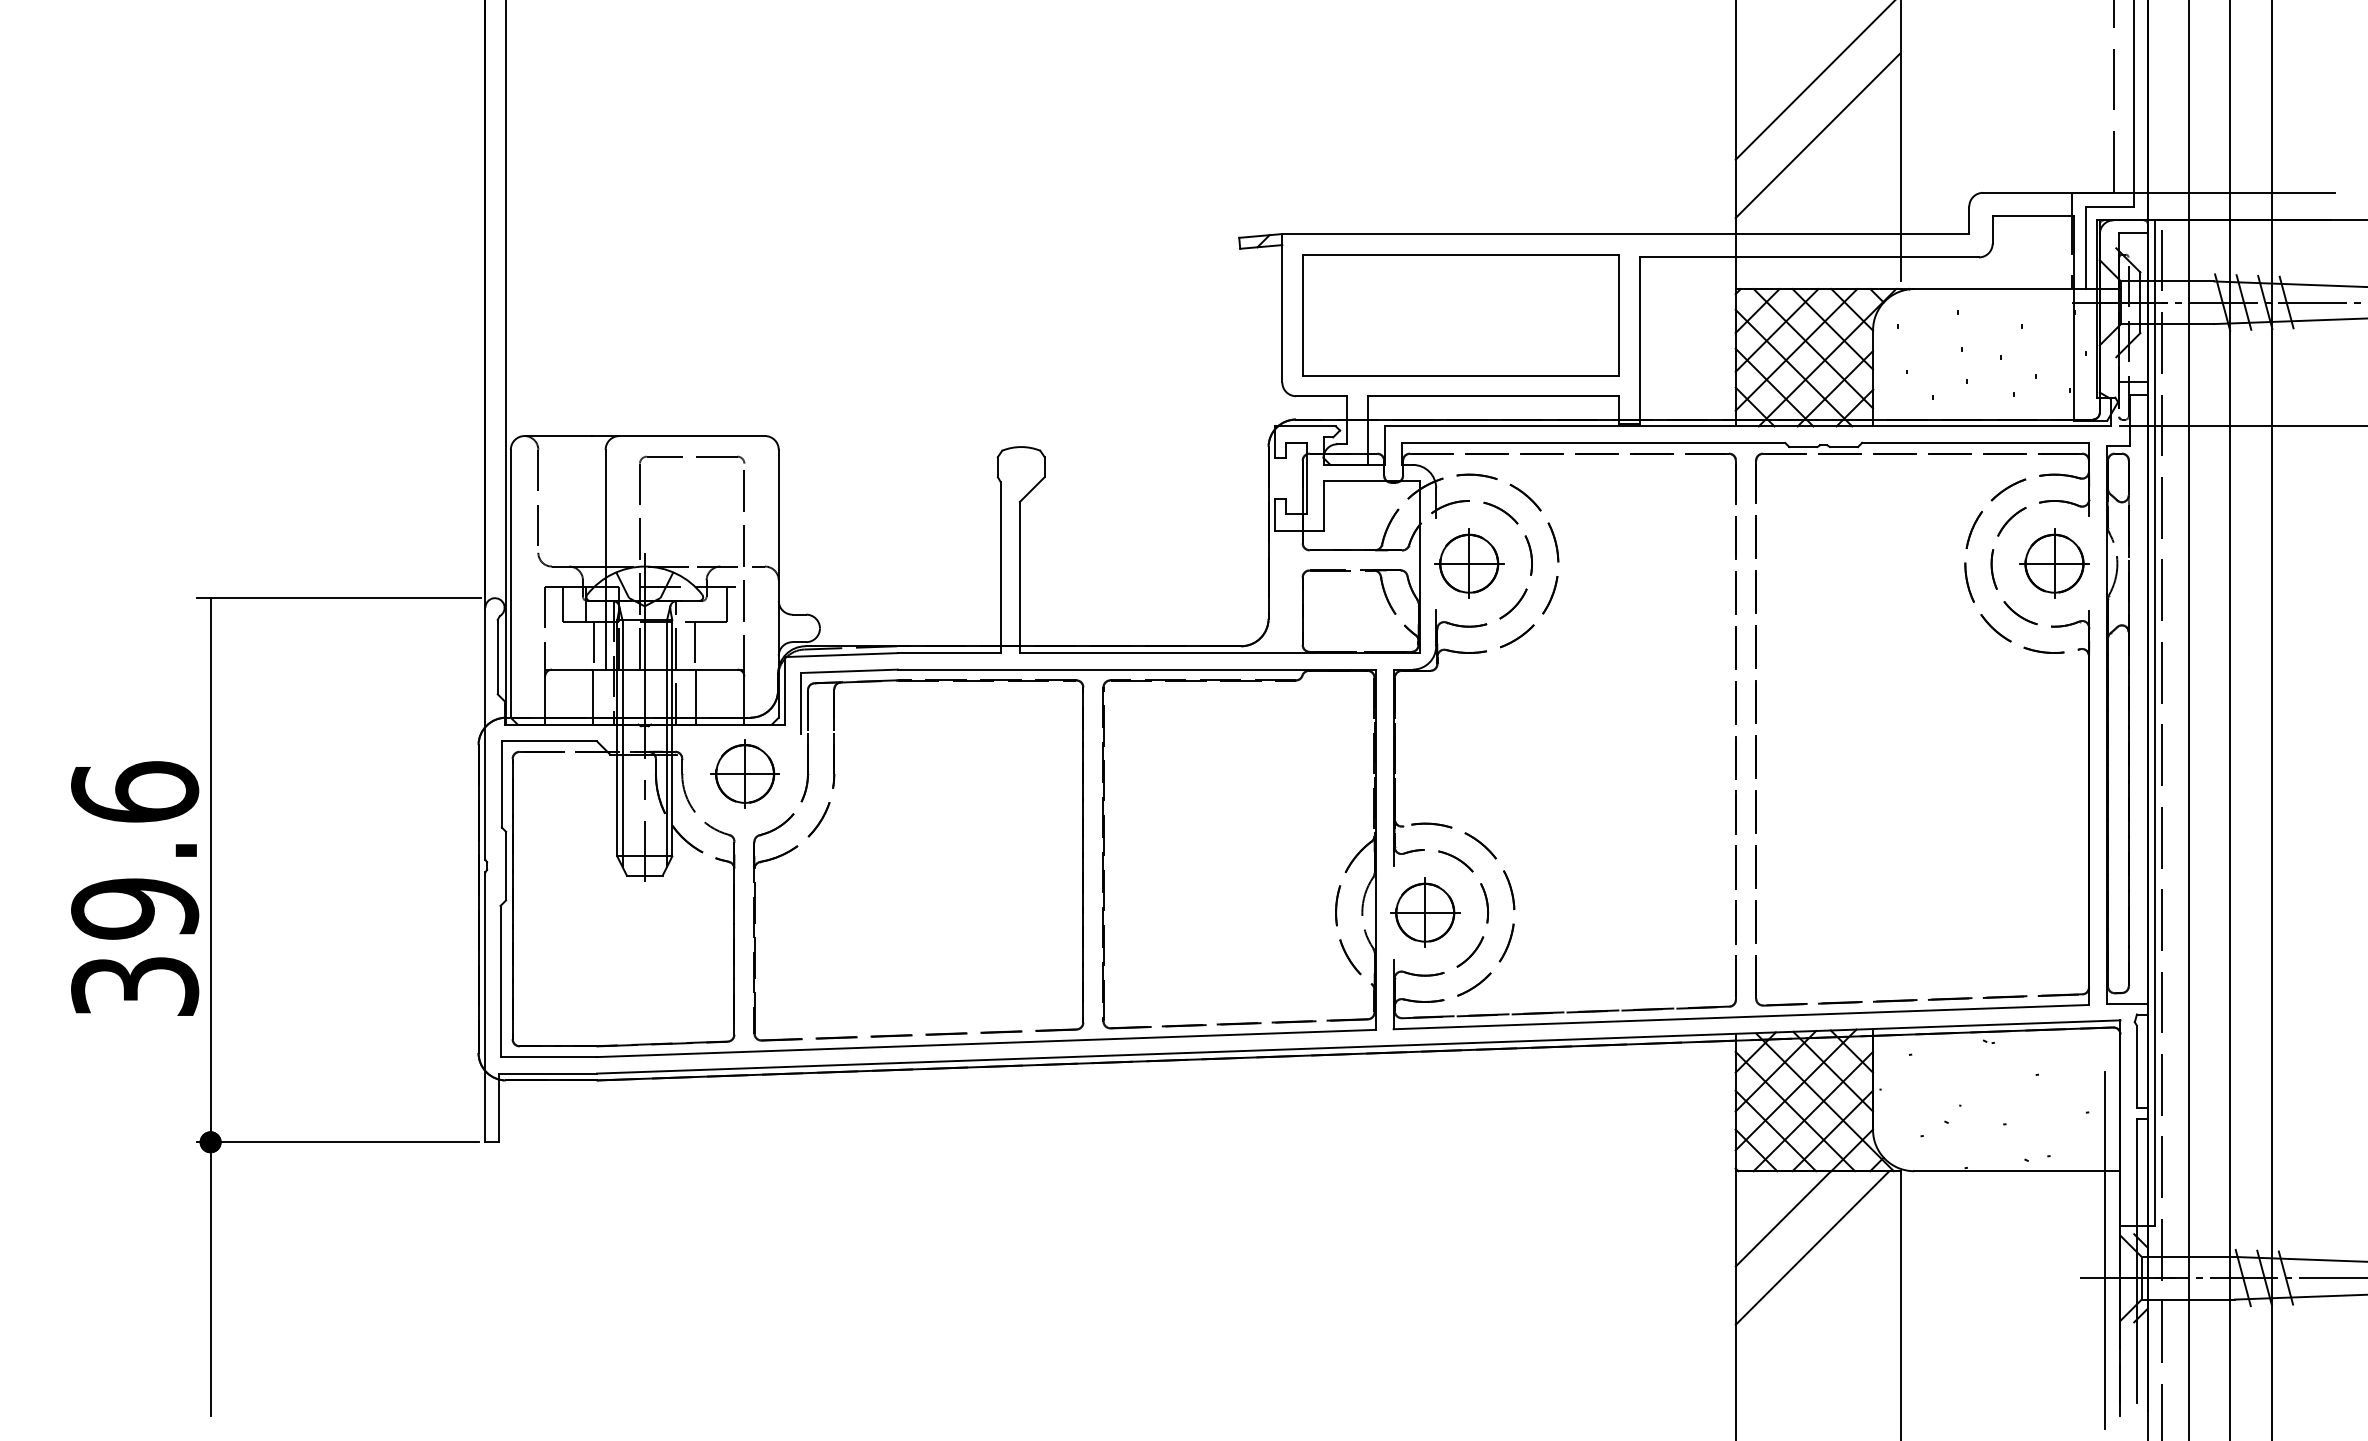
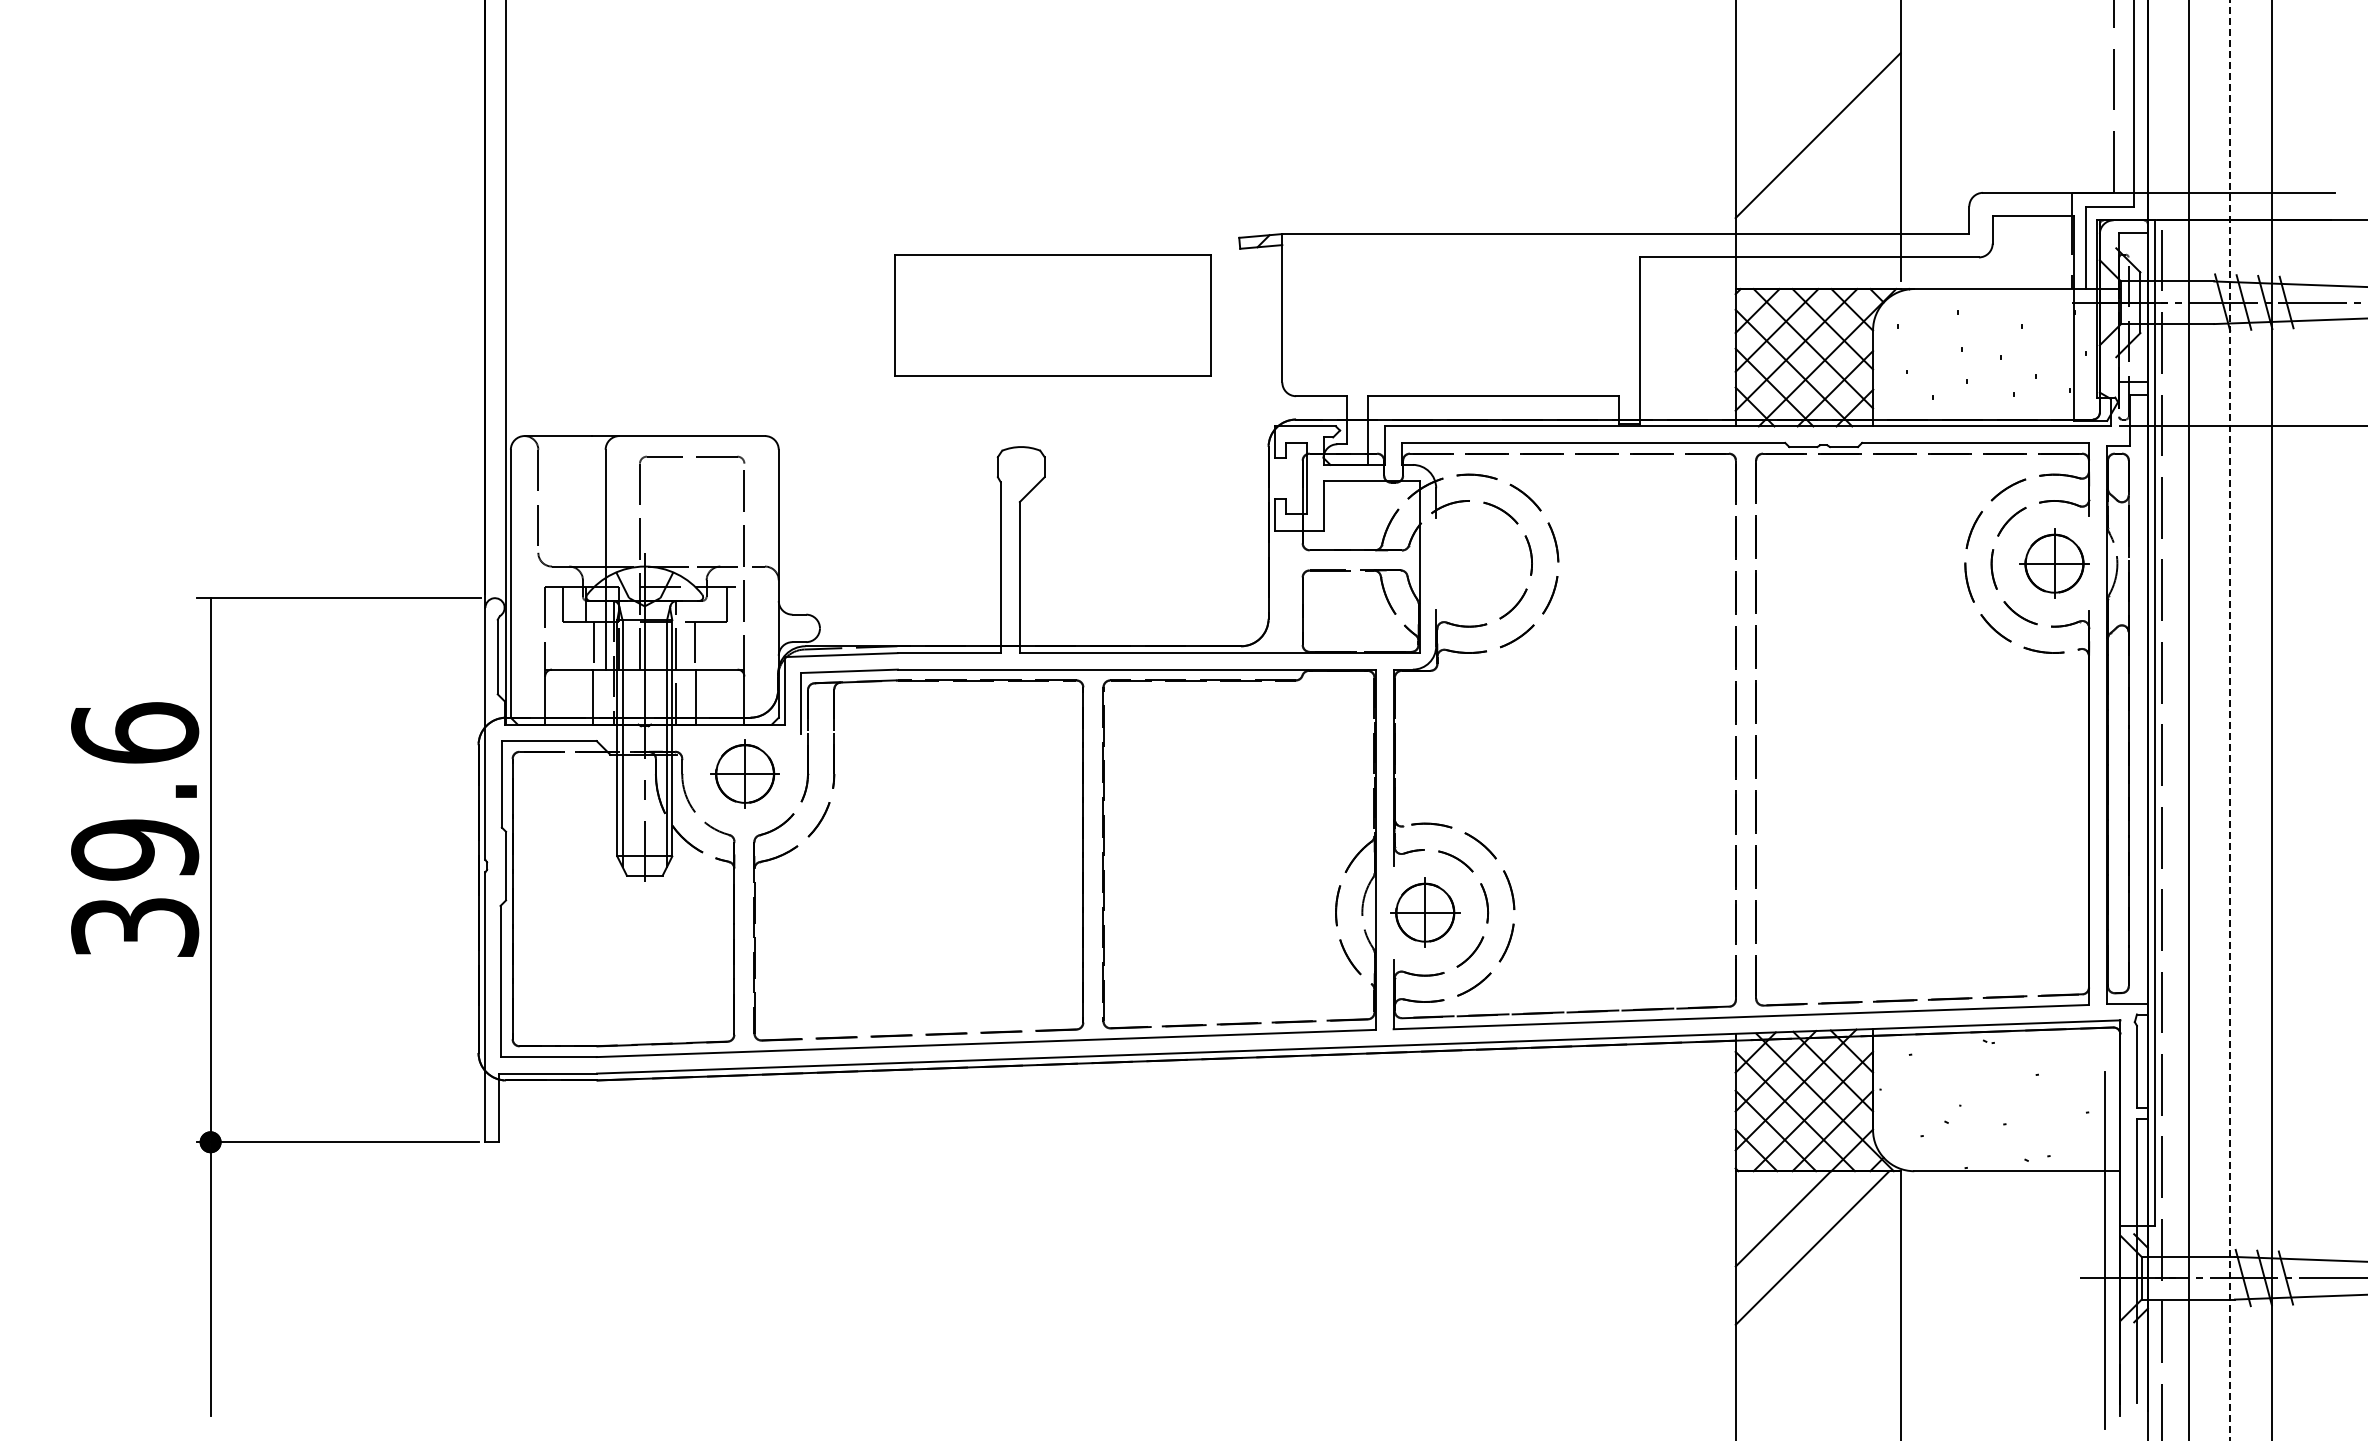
line at (1814, 80): present -> none
part at (1460, 315) position: (1460, 315) -> (1052, 315)
part at (1469, 563): present -> none
line at (2230, 720): solid -> dashed
text at (135, 888) position: (135, 888) -> (135, 829)
